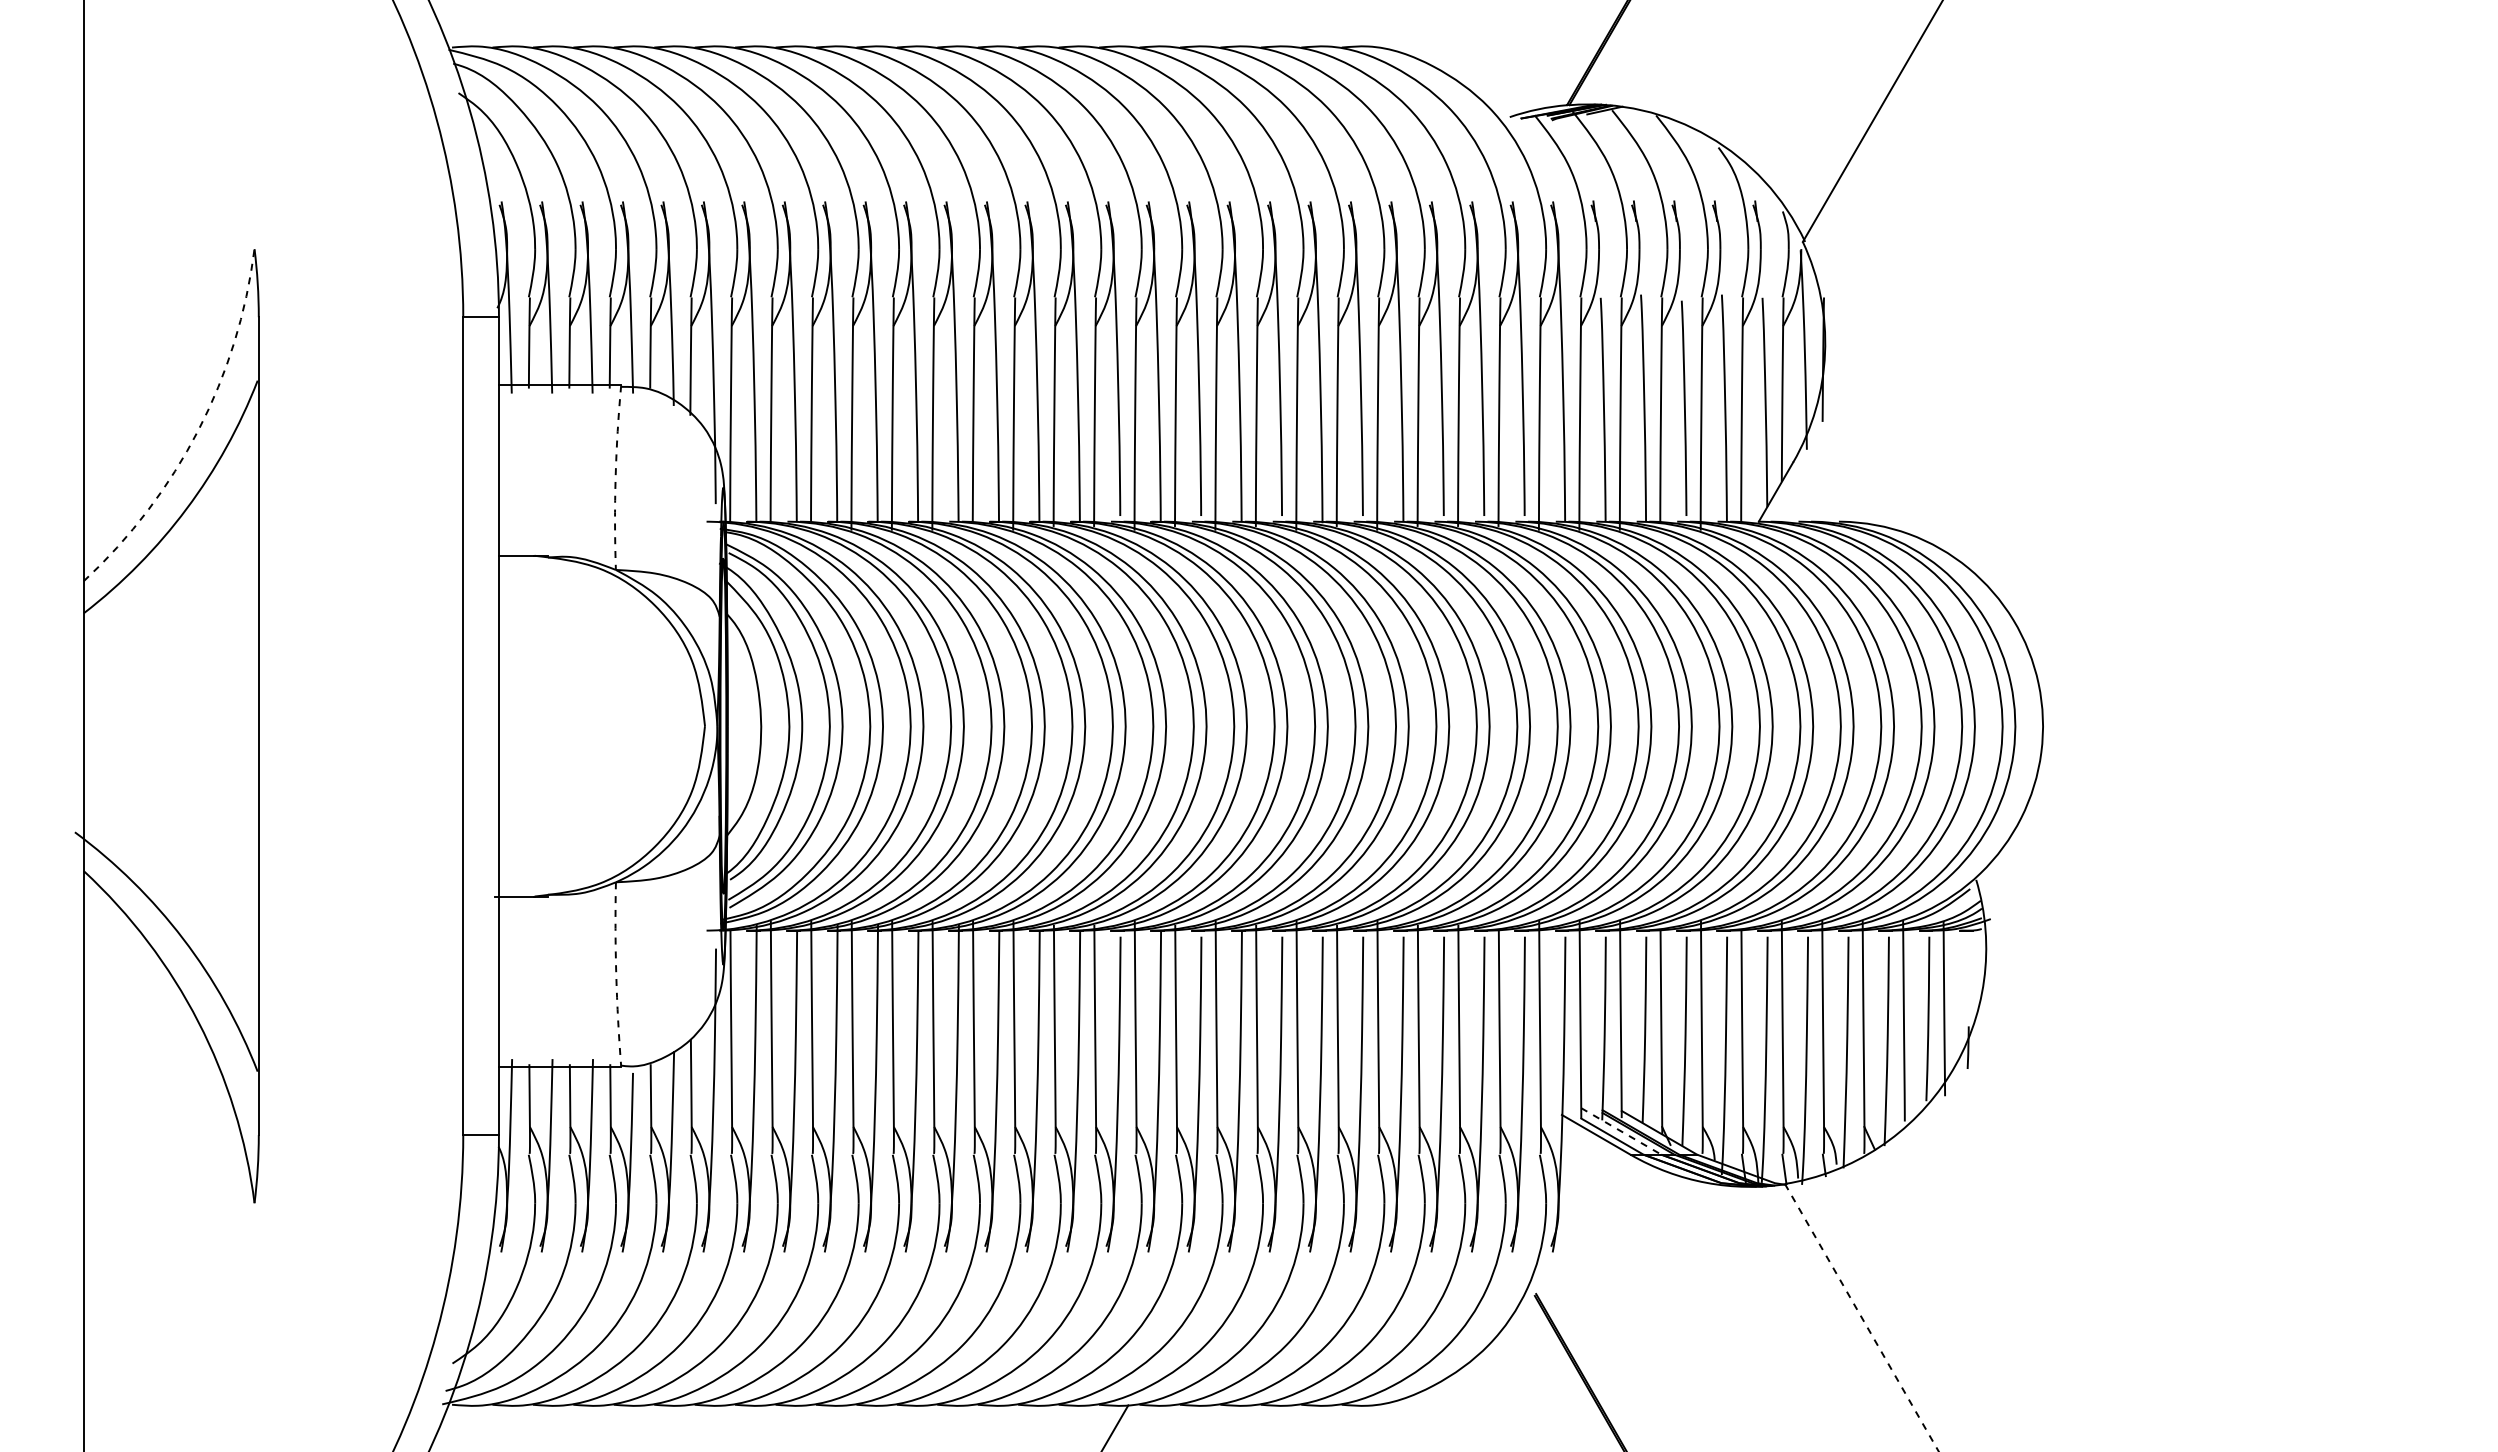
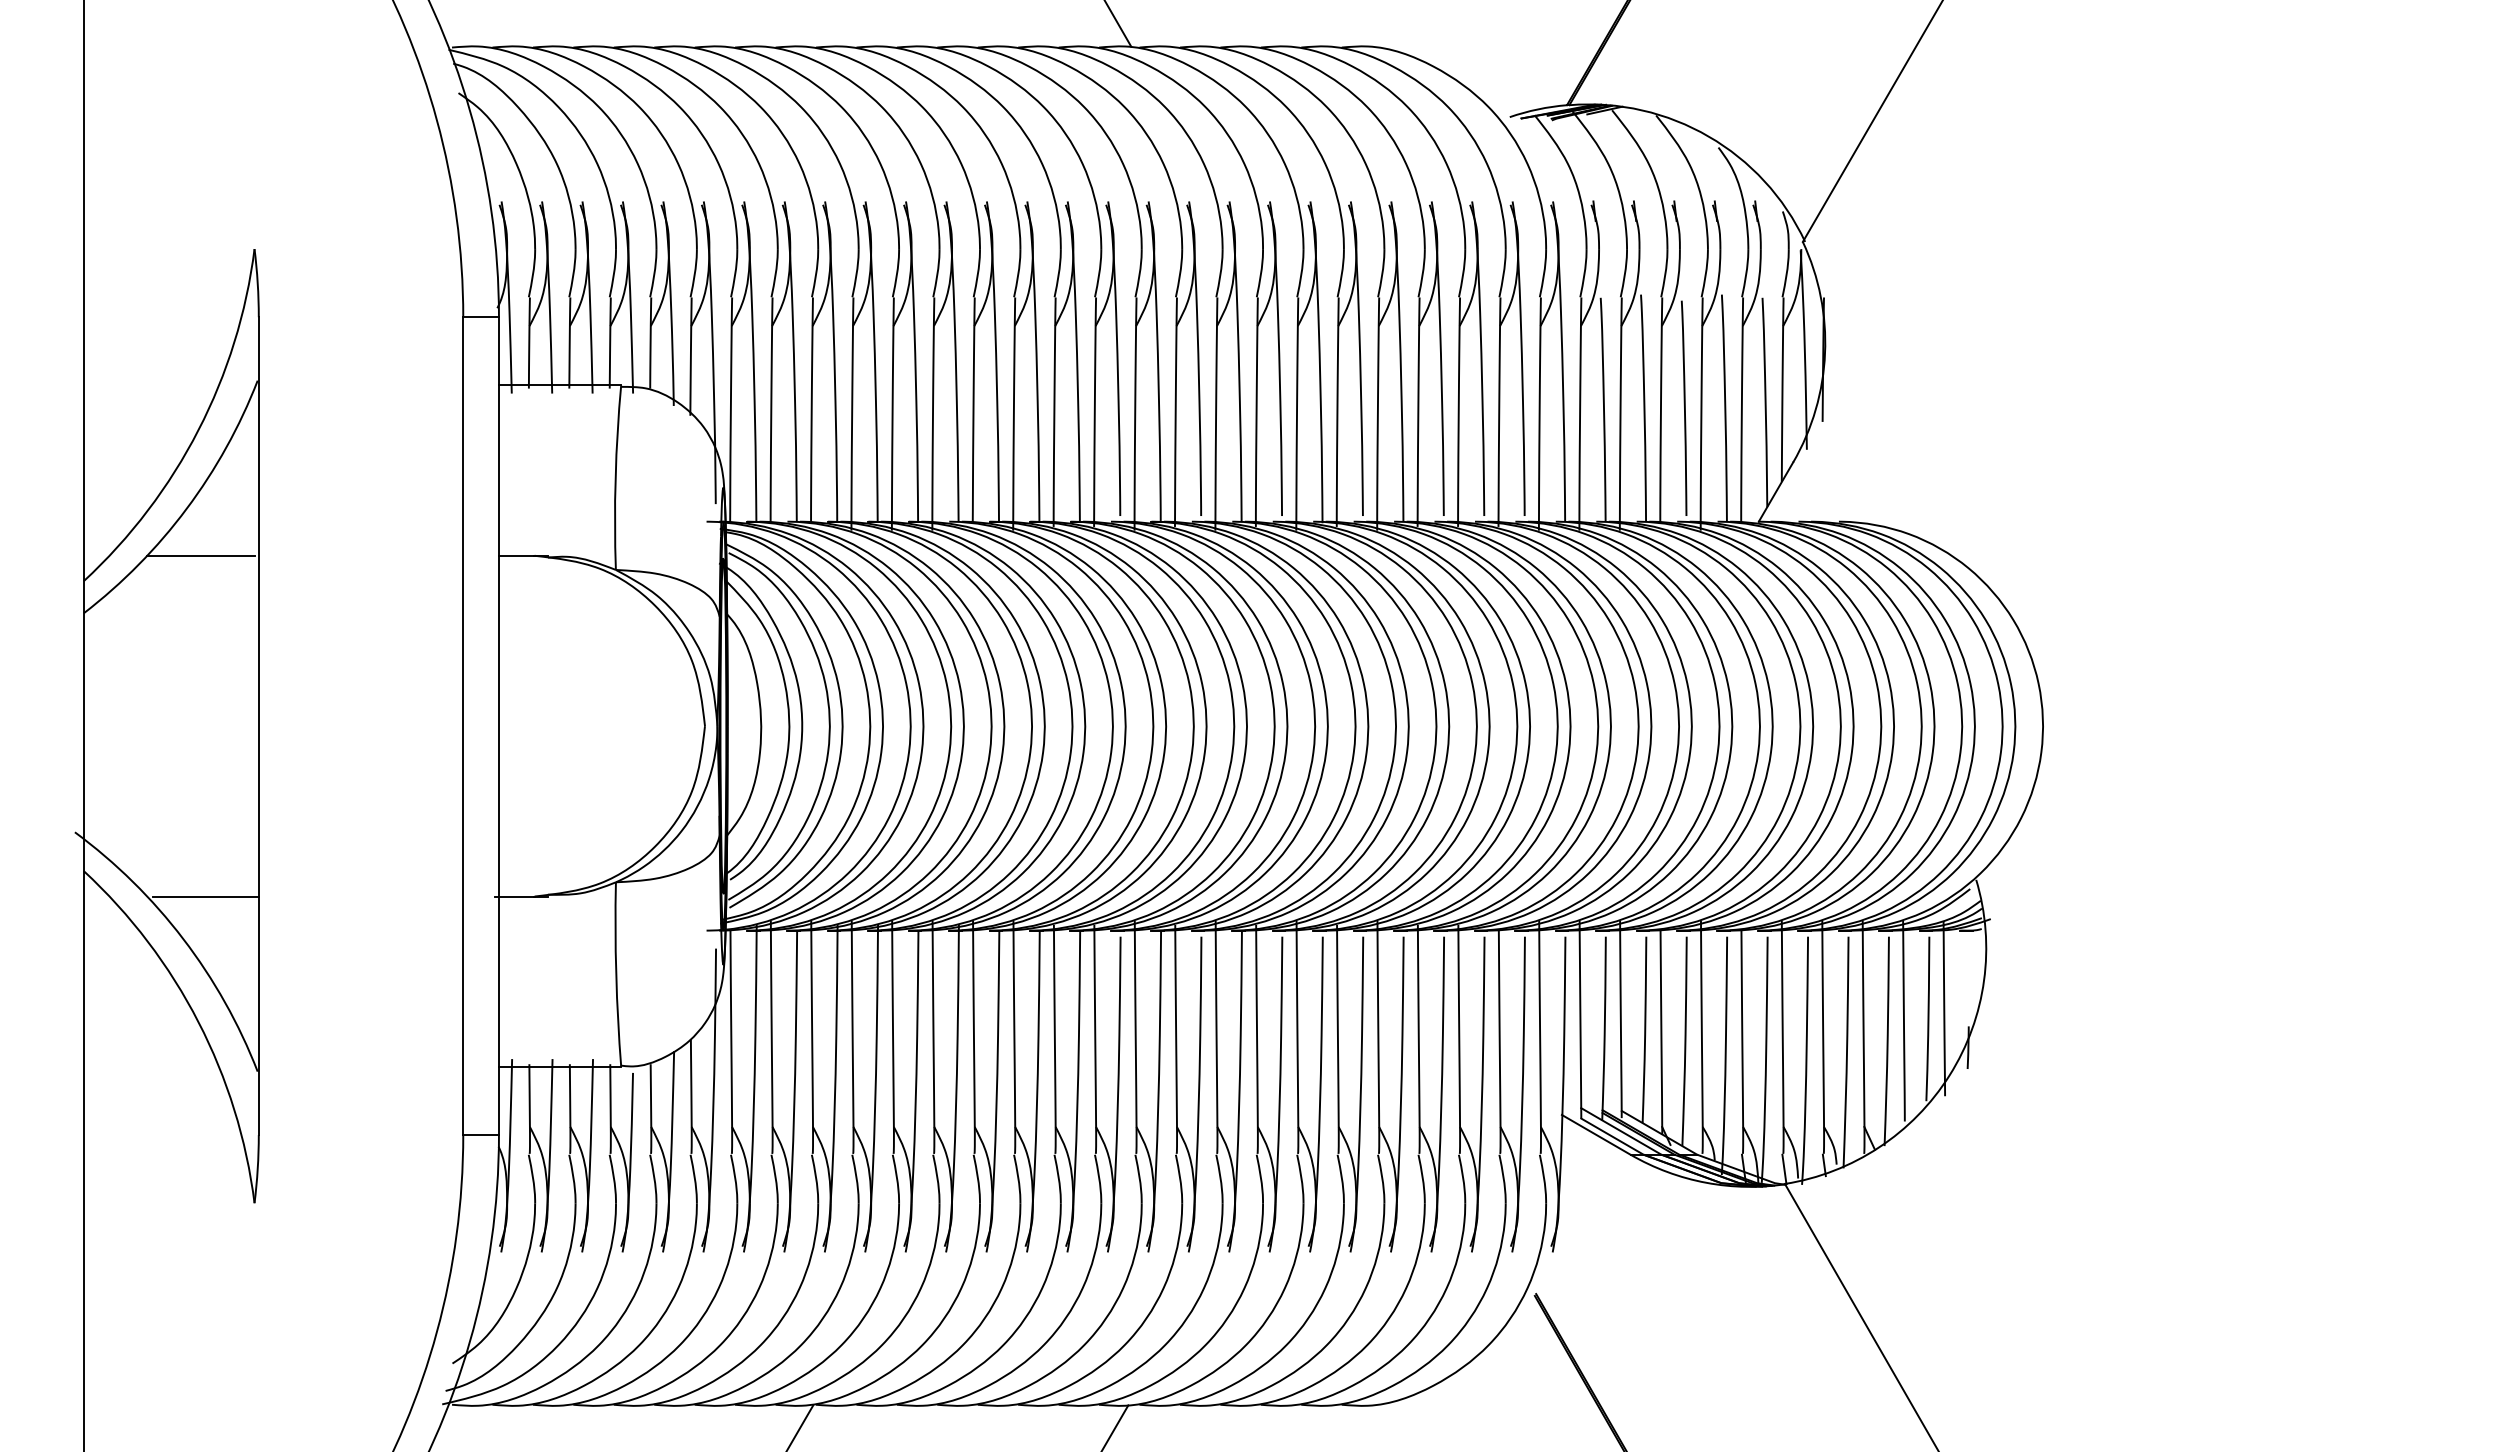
line at (1118, 24): none -> present
arc at (198, 430): dashed -> solid
arc at (615, 477): dashed -> solid
line at (200, 555): none -> present
line at (205, 896): none -> present
arc at (616, 974): dashed -> solid
line at (1621, 1131): dashed -> solid
line at (1862, 1318): dashed -> solid
line at (800, 1426): none -> present
